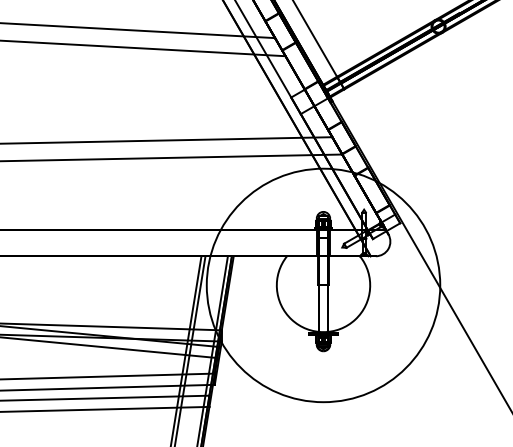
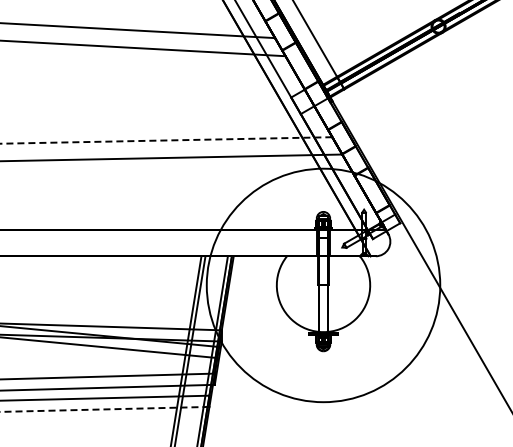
line at (166, 140): solid -> dashed
line at (104, 409): solid -> dashed
